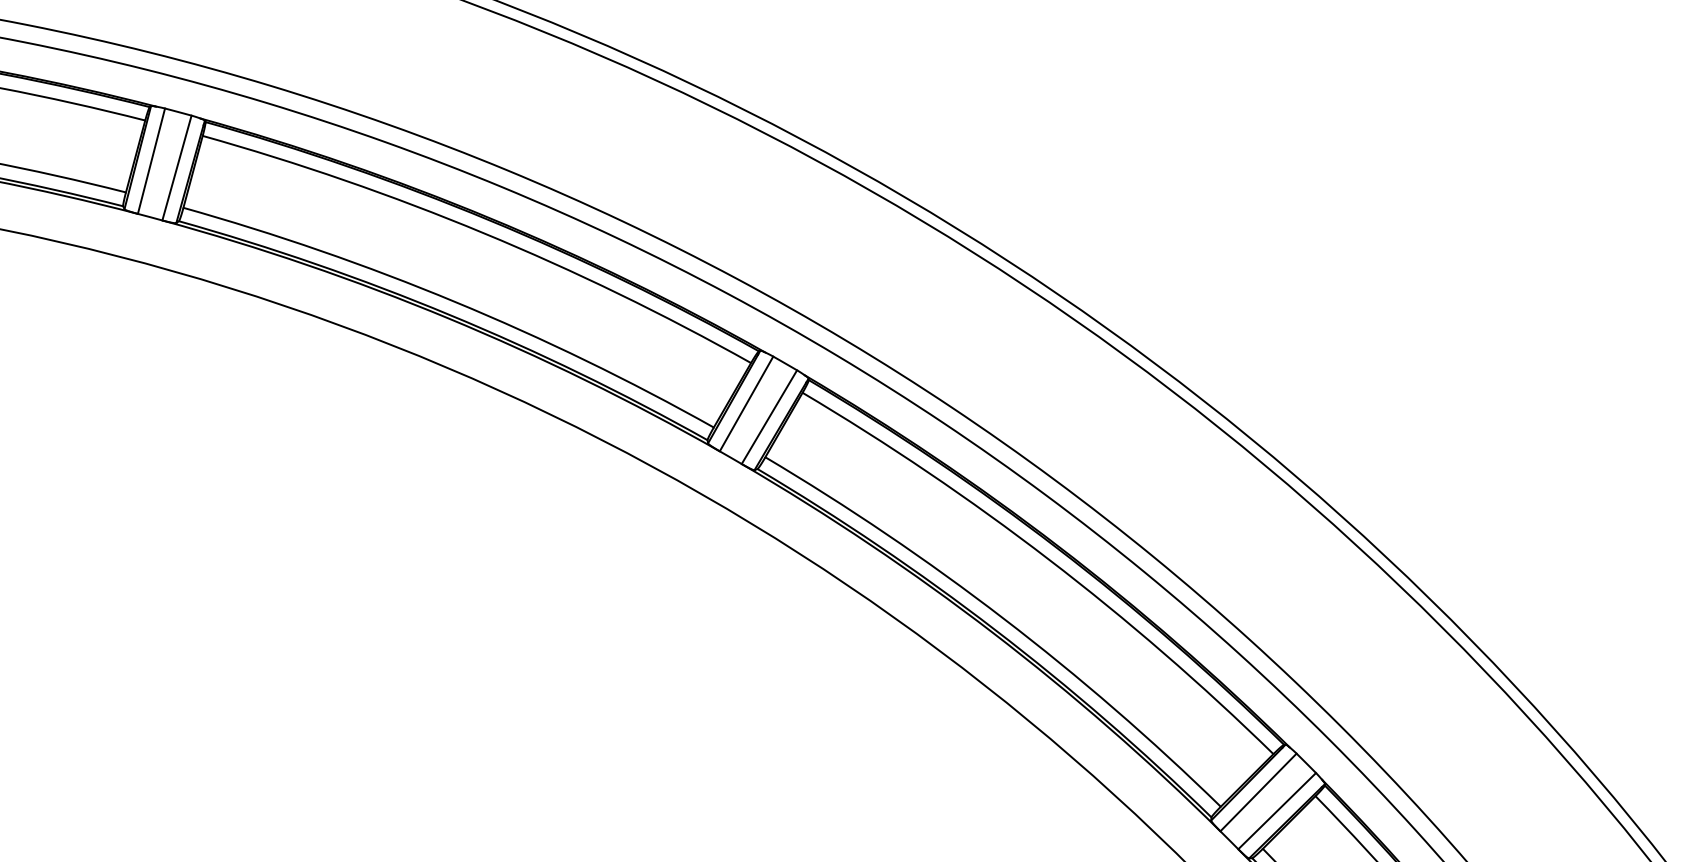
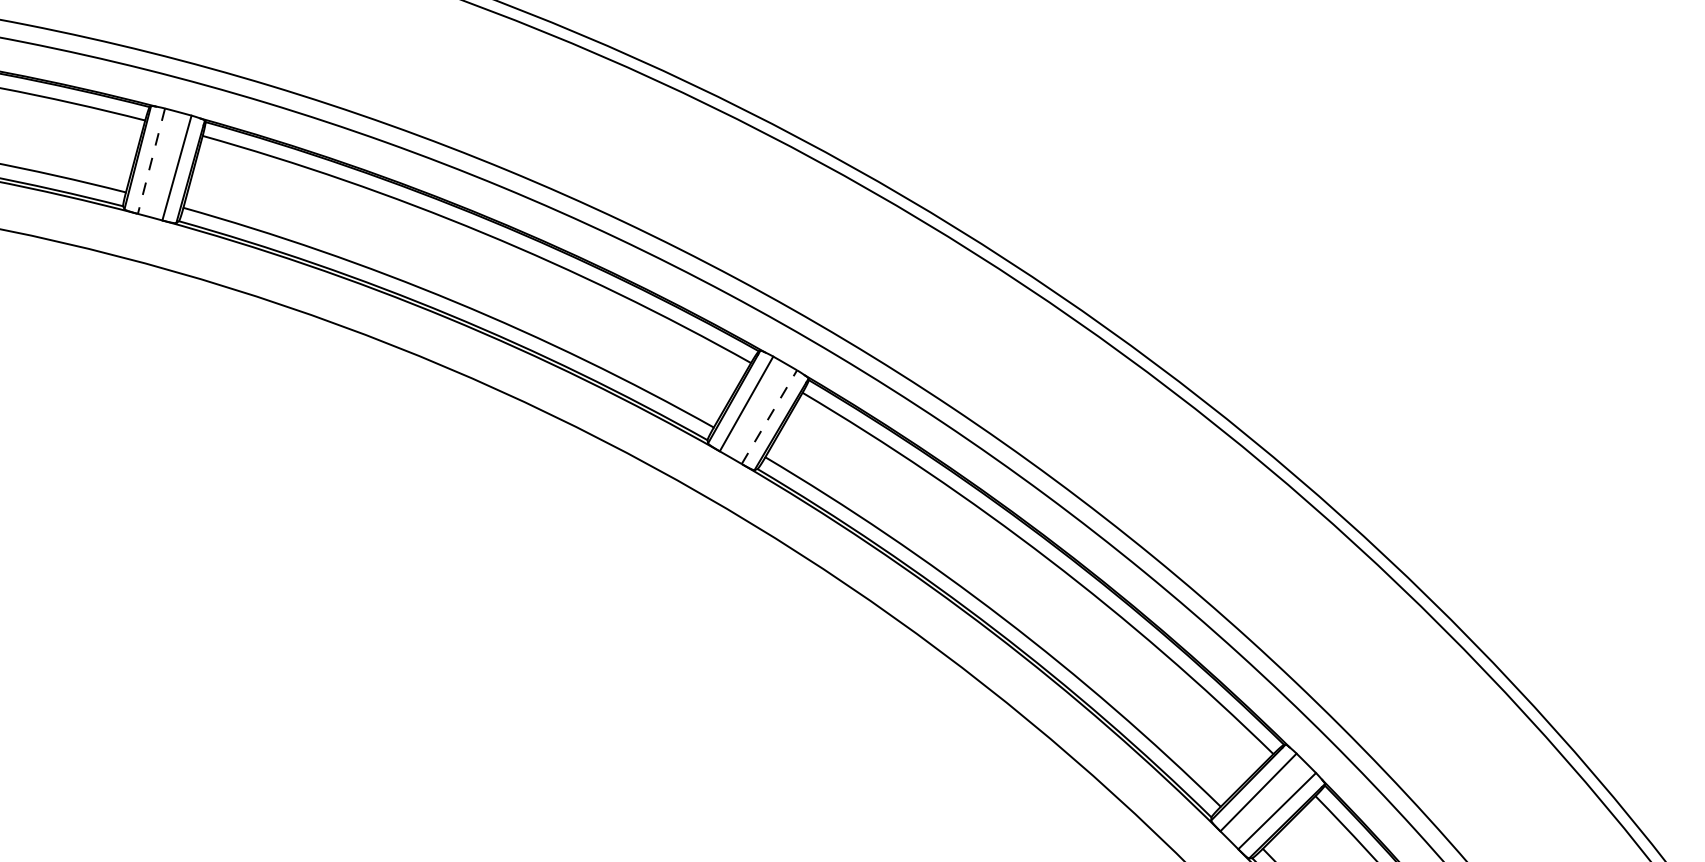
line at (151, 161): solid -> dashed
line at (769, 416): solid -> dashed
